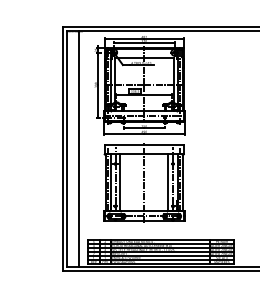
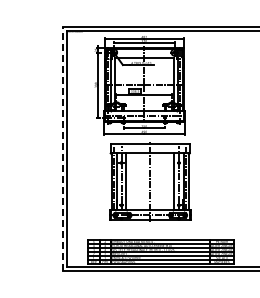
line at (62, 148): solid -> dashed
line at (79, 148): present -> none
part at (144, 182) position: (144, 182) -> (150, 181)
